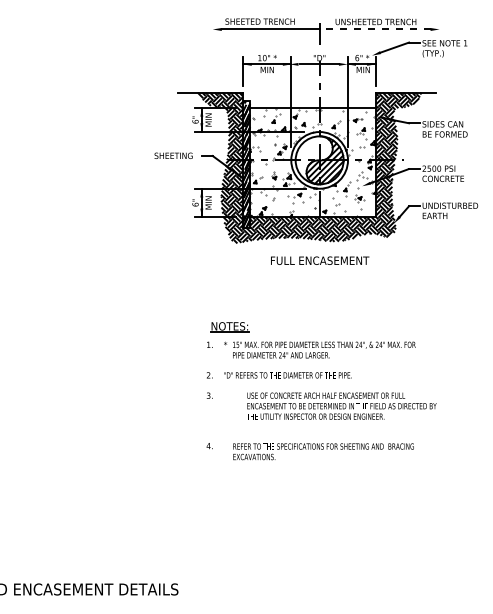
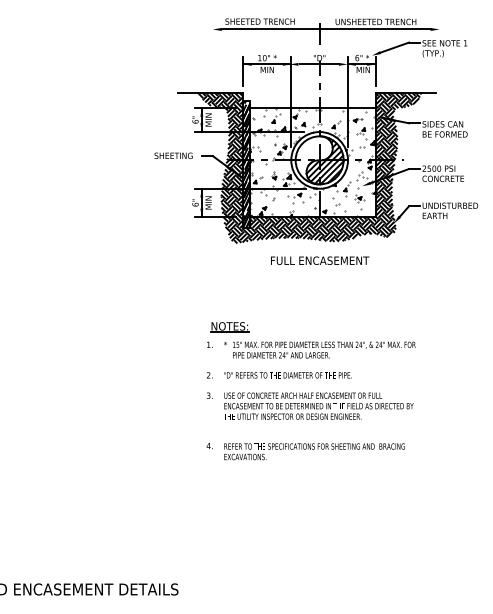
line at (374, 29): dashed -> solid
text at (341, 405) position: (341, 405) -> (318, 405)
text at (323, 451) position: (323, 451) -> (314, 451)
